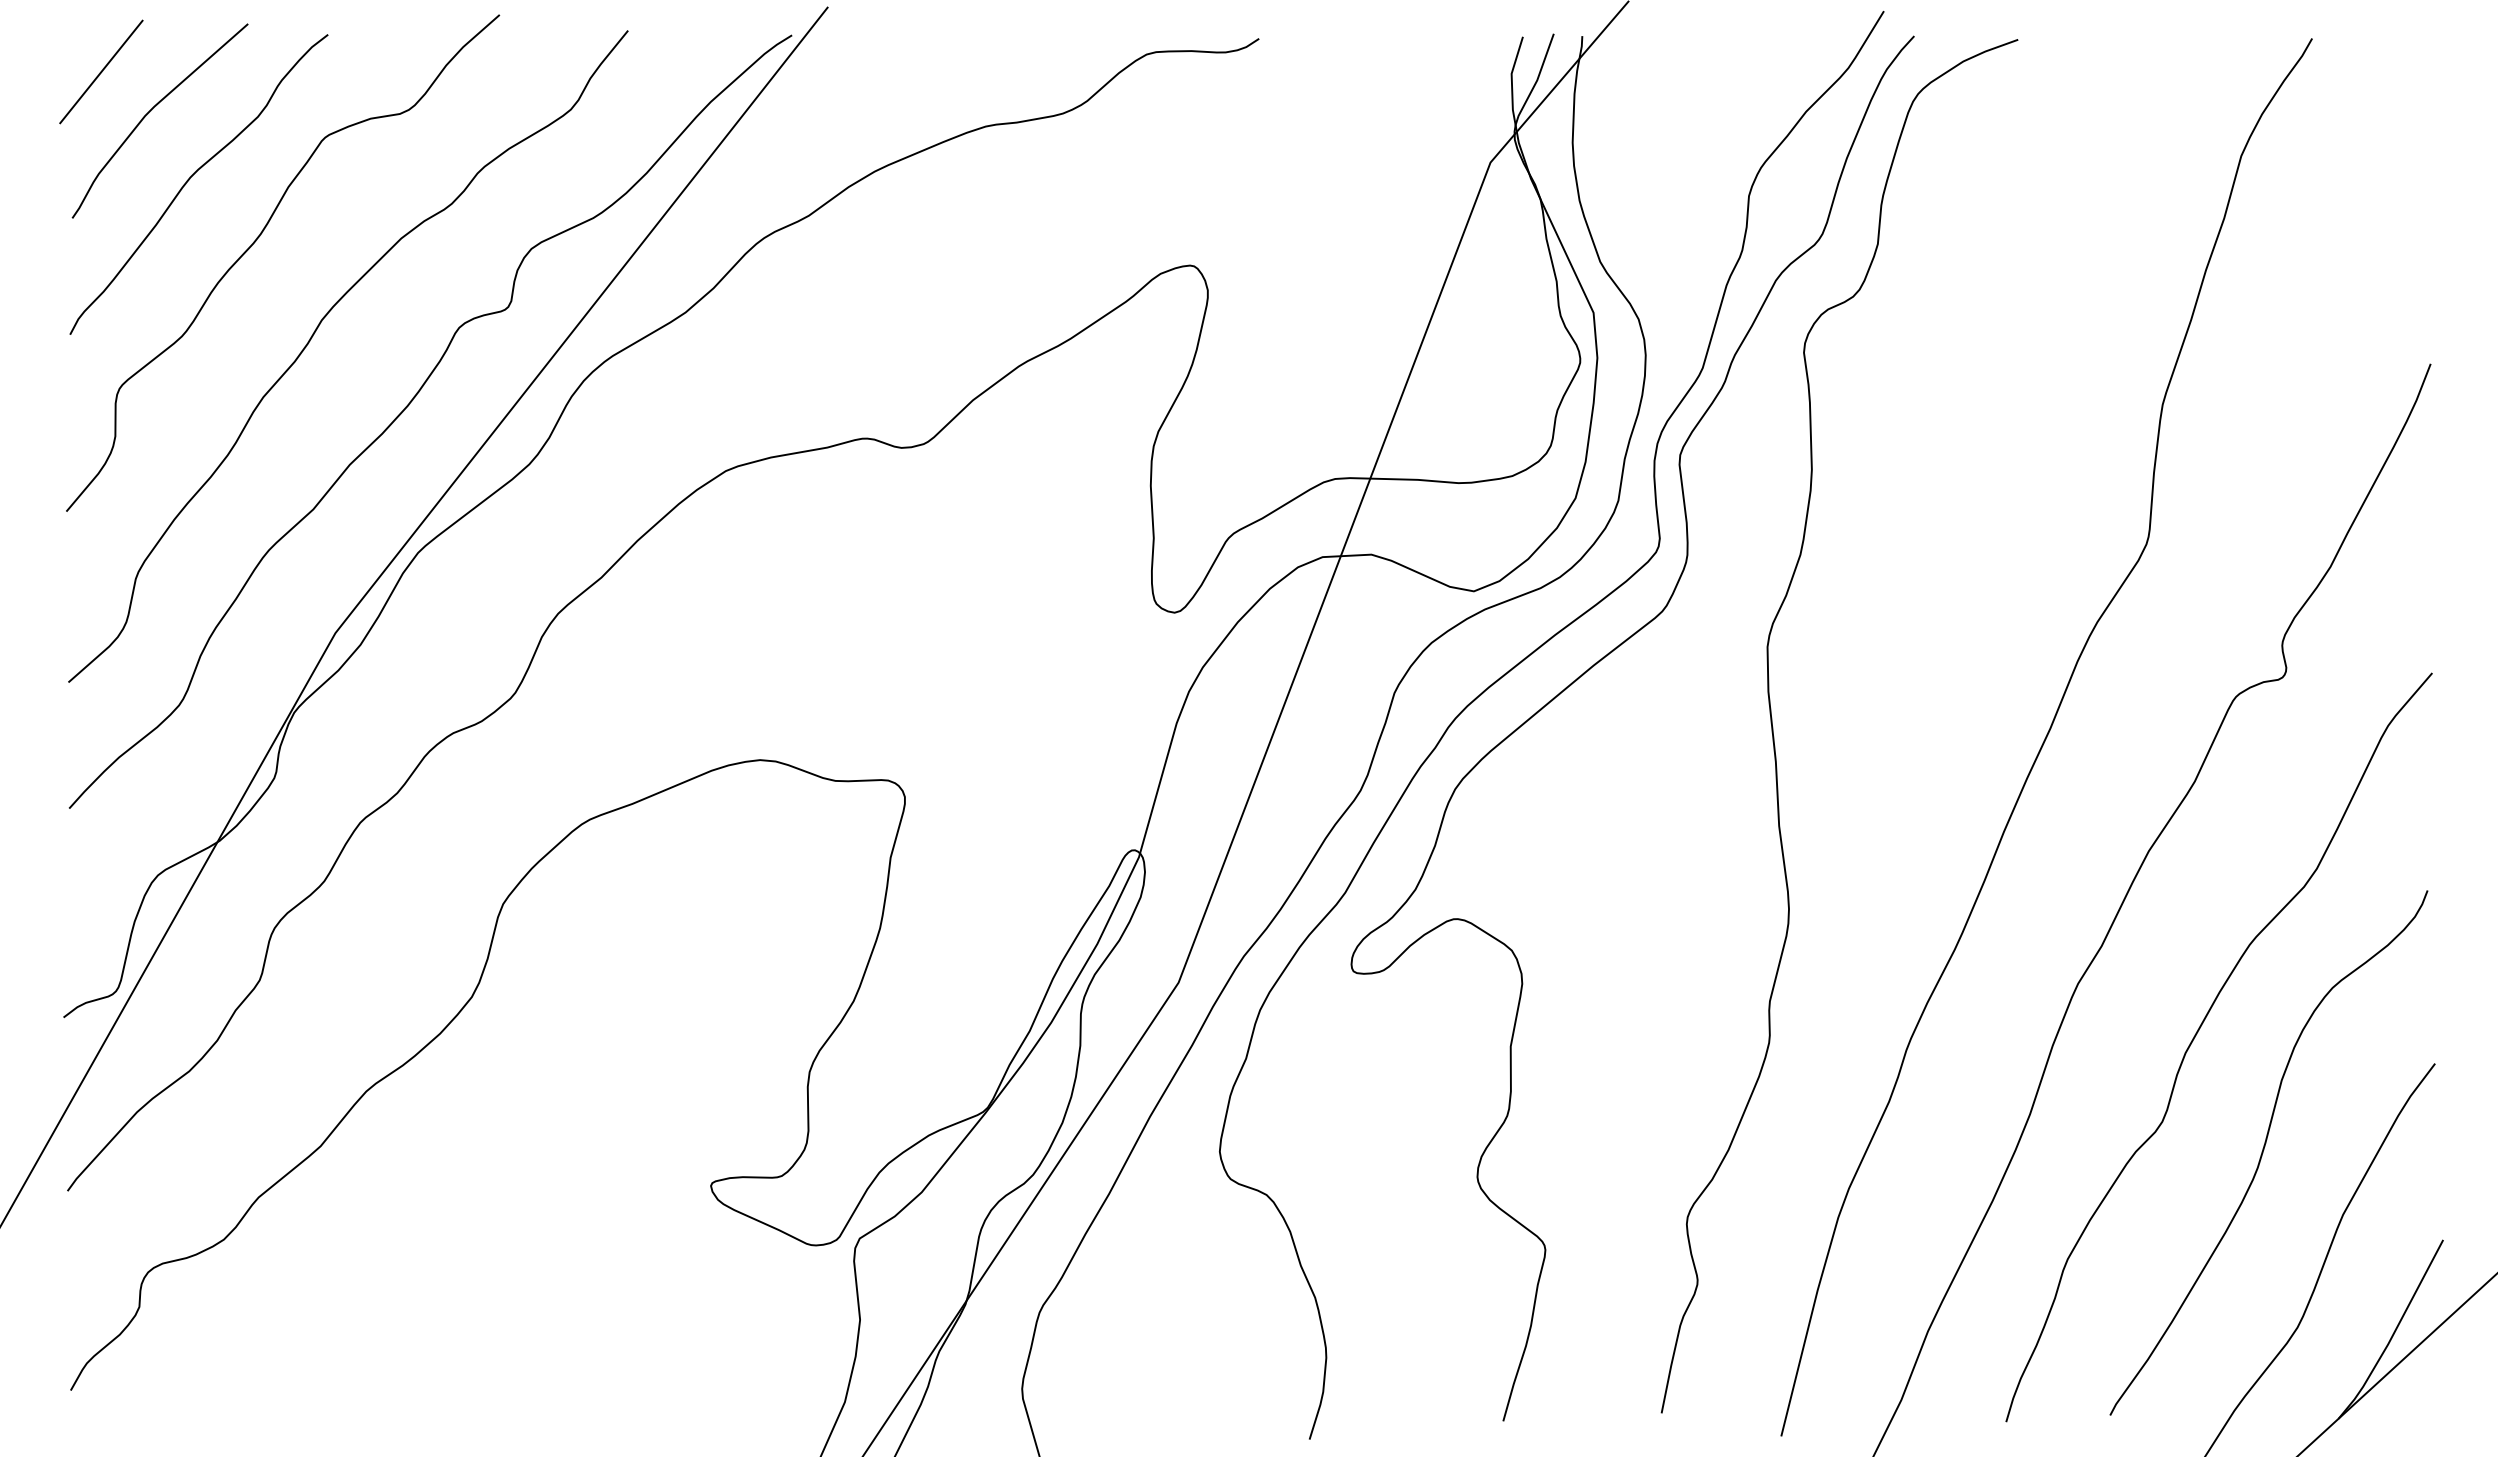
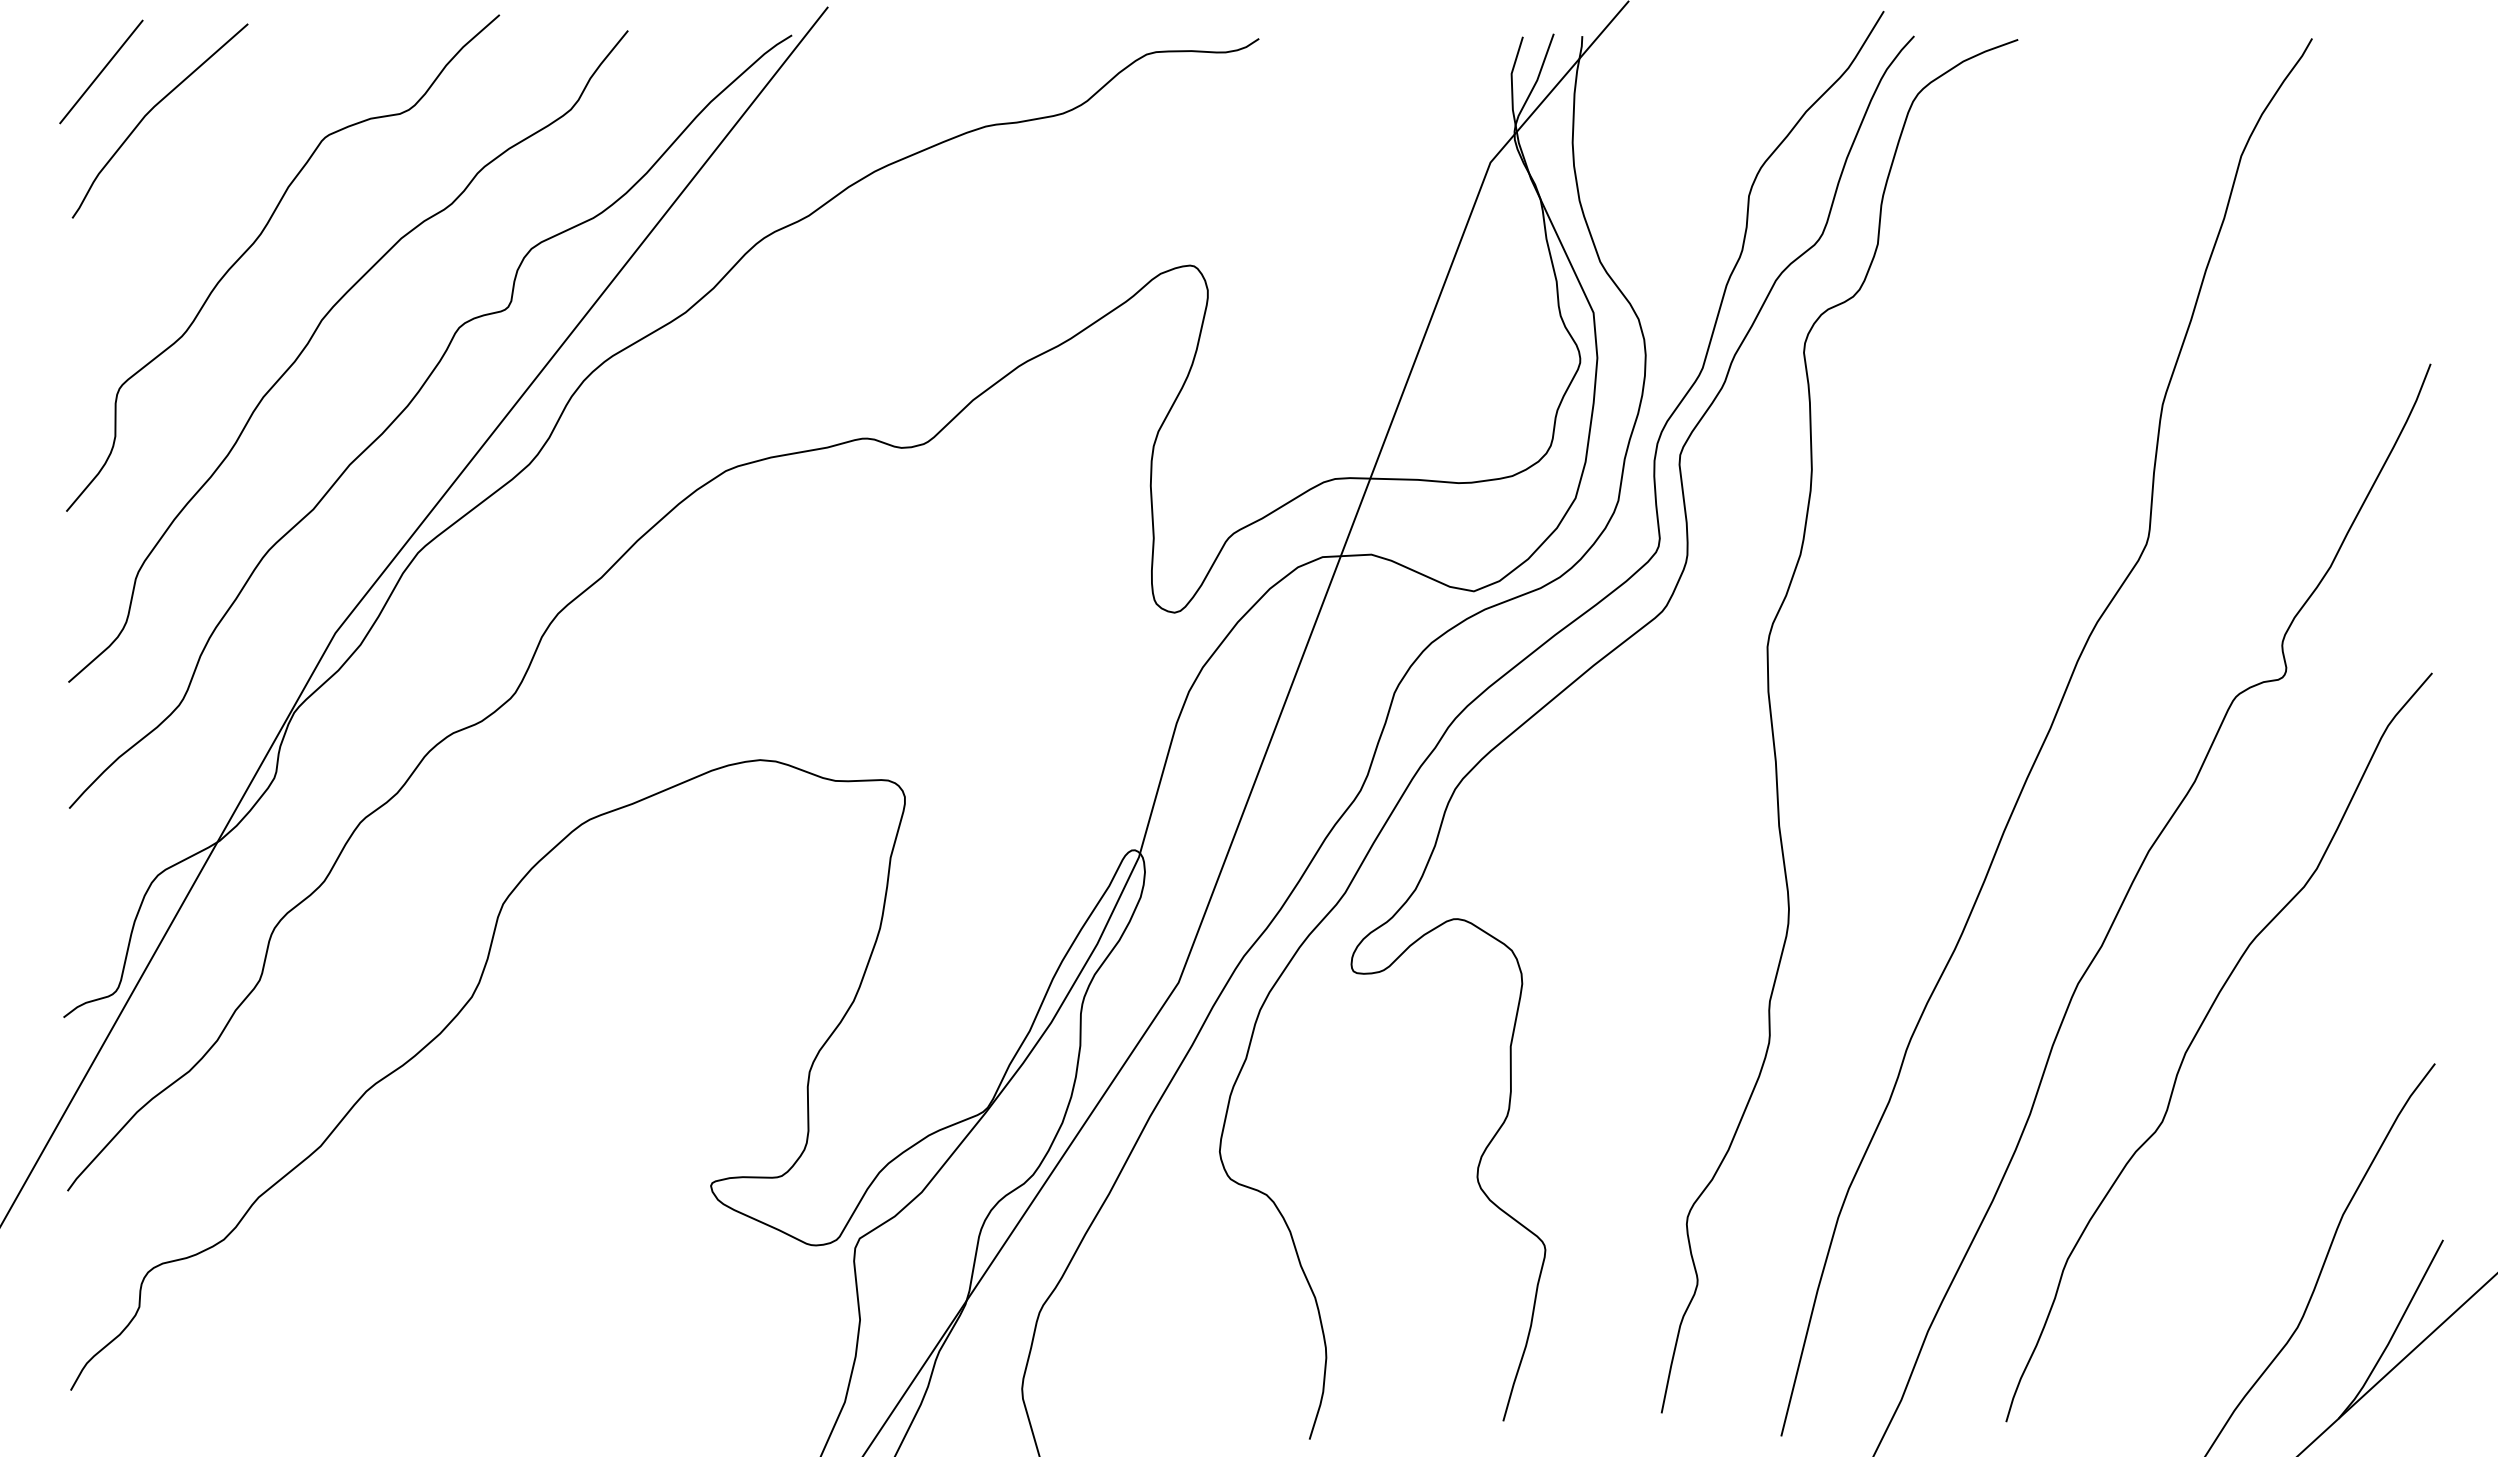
curve at (190, 179): present -> none
curve at (2264, 1150): present -> none
